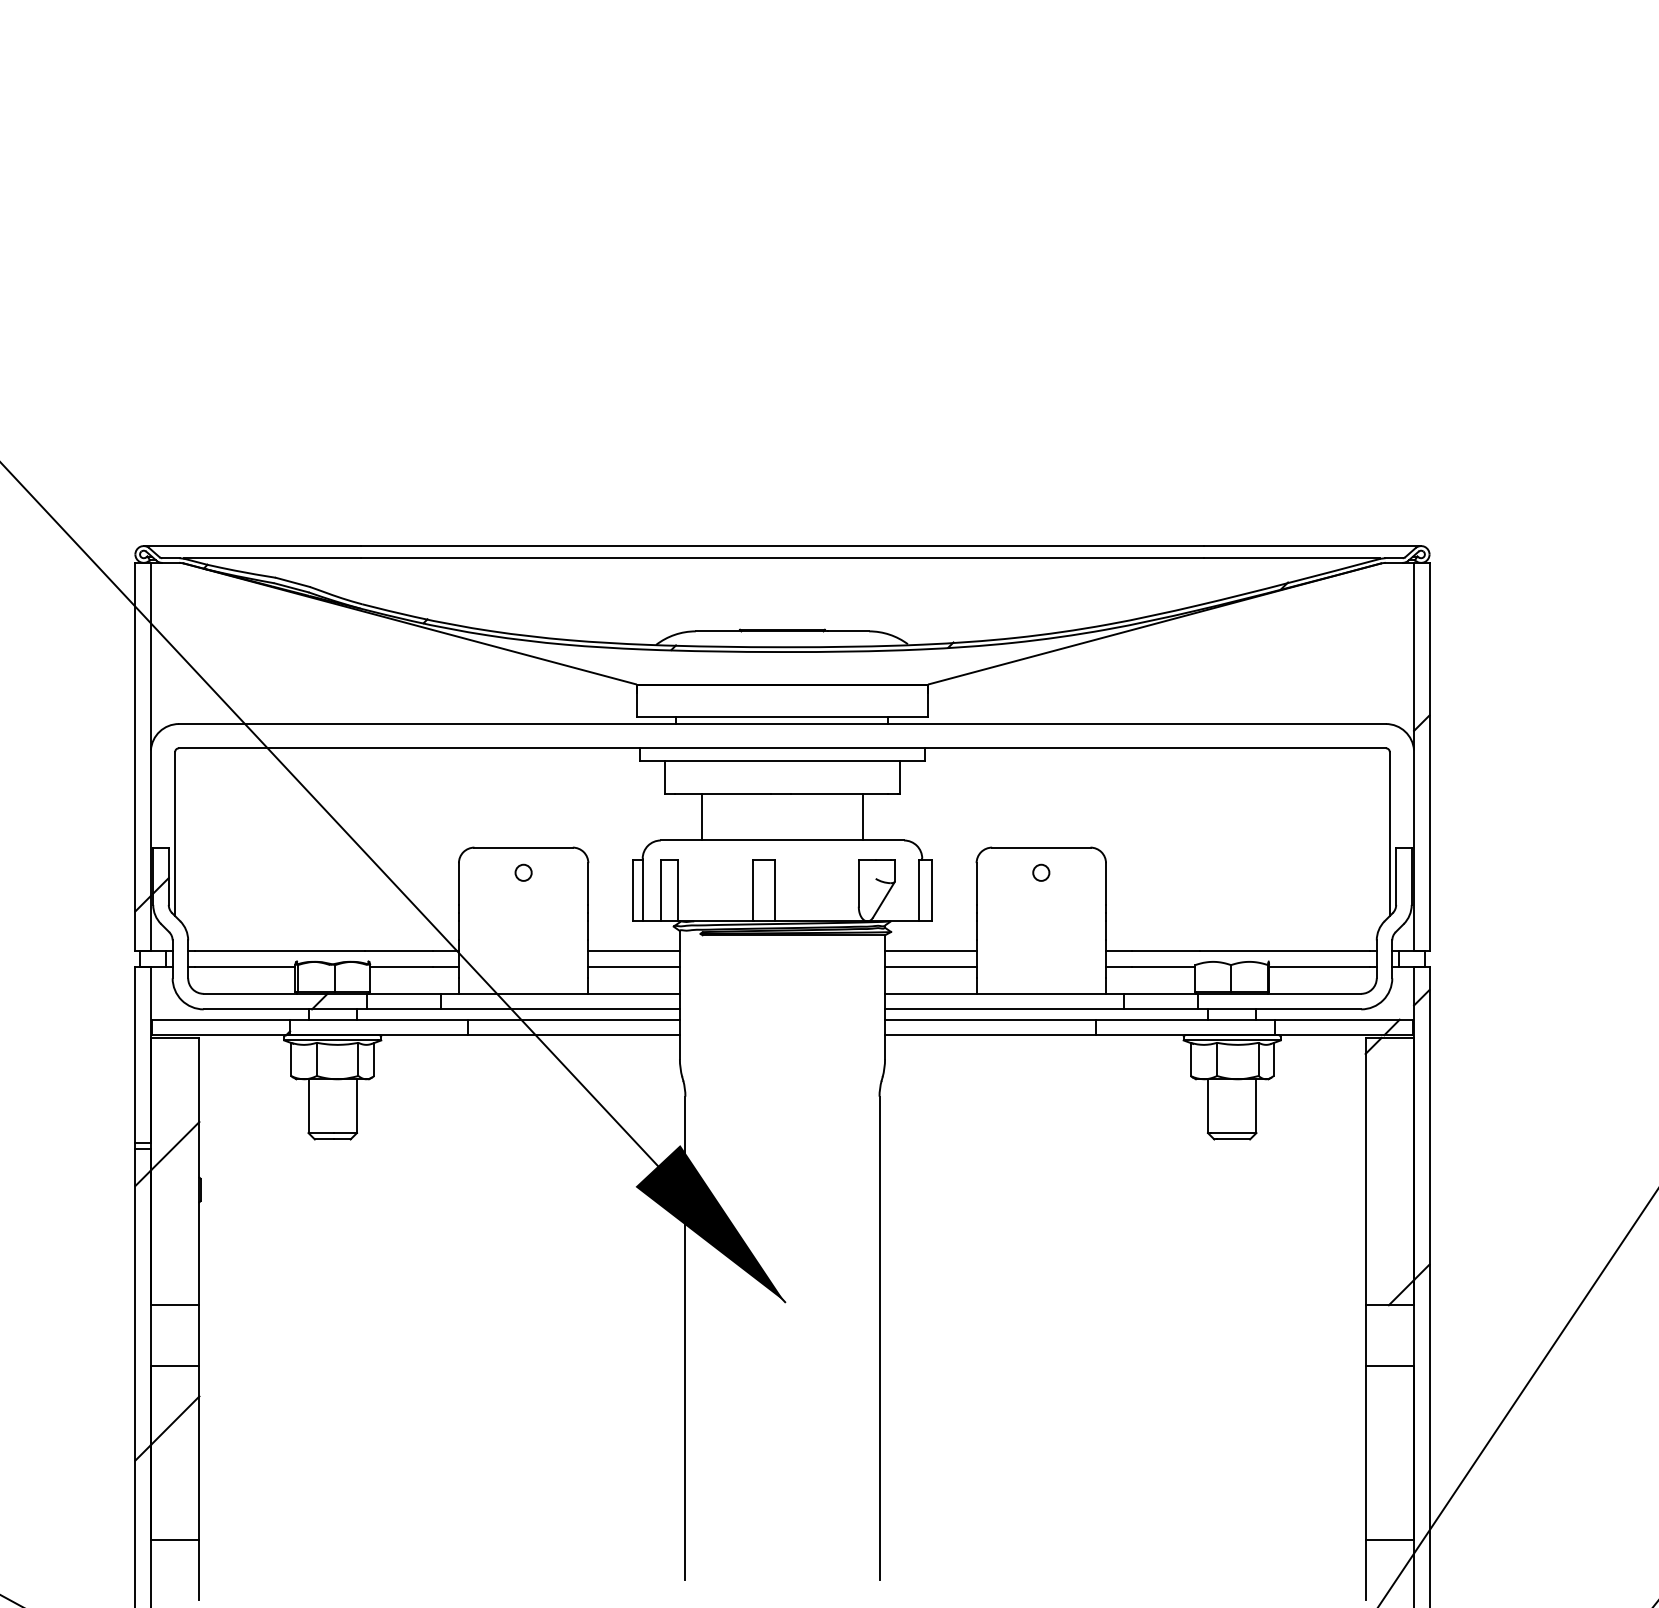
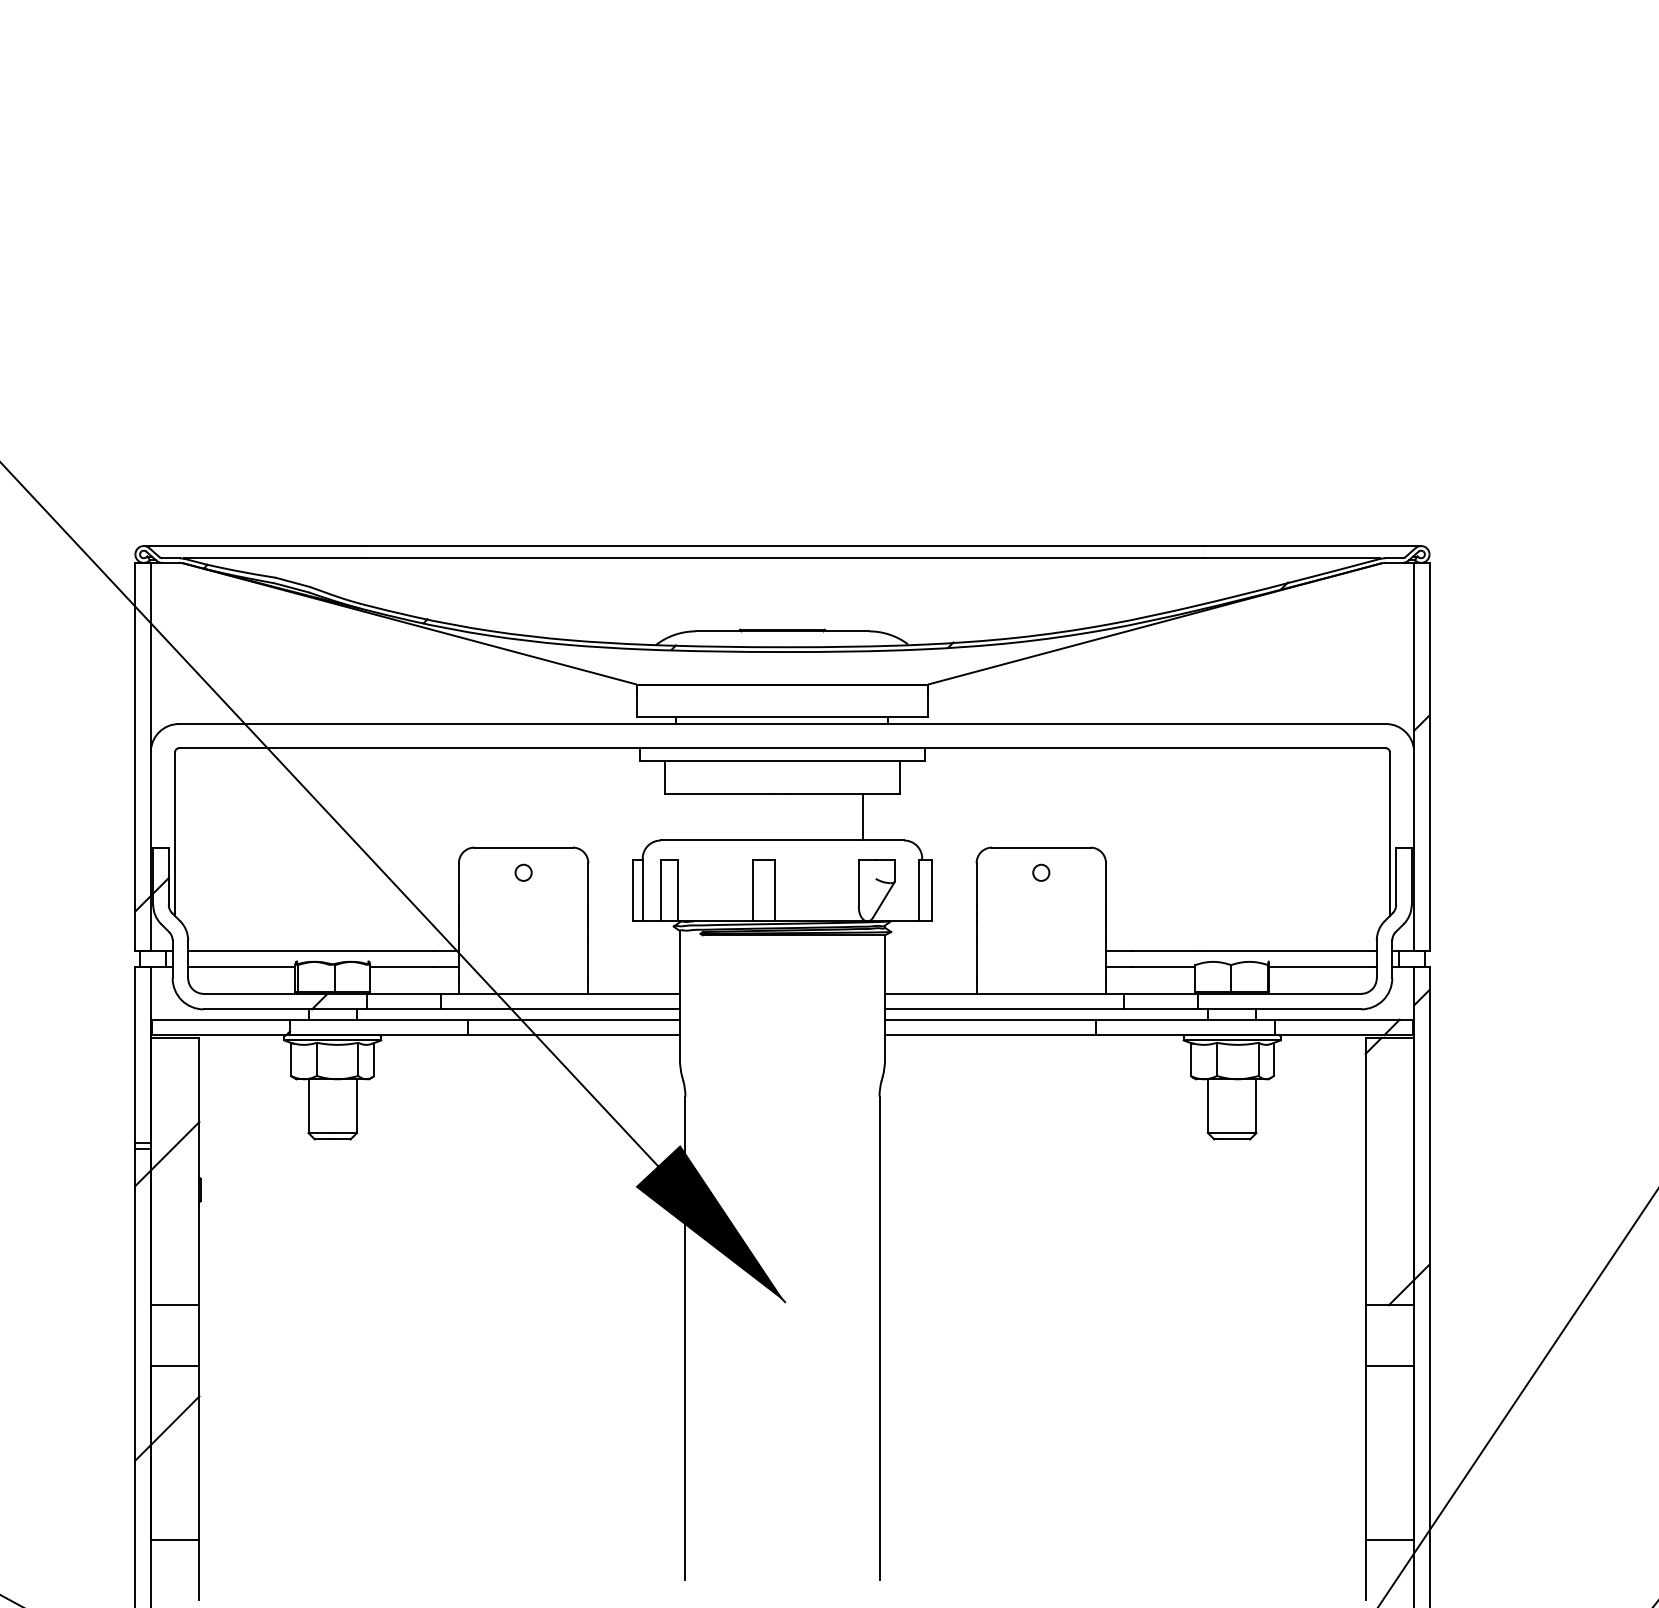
line at (702, 816): present -> none
line at (633, 951): present -> none
line at (930, 951): present -> none
line at (633, 966): present -> none
line at (930, 966): present -> none
